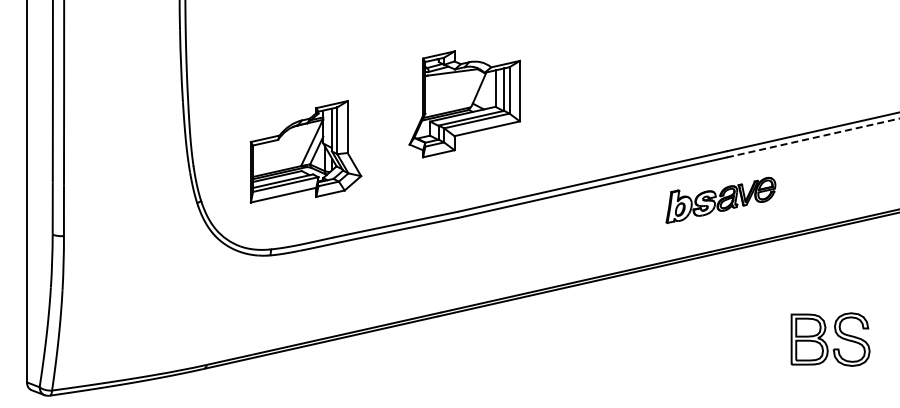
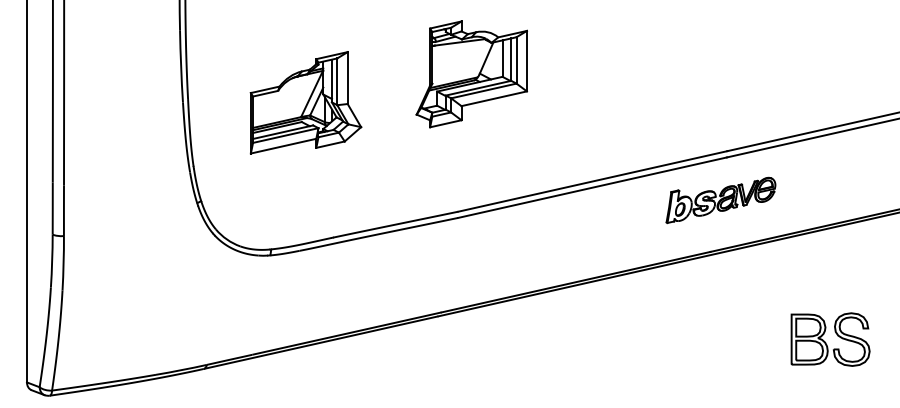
part at (464, 104) position: (464, 104) -> (471, 74)
line at (813, 137): dashed -> solid
part at (305, 151) position: (305, 151) -> (305, 102)
